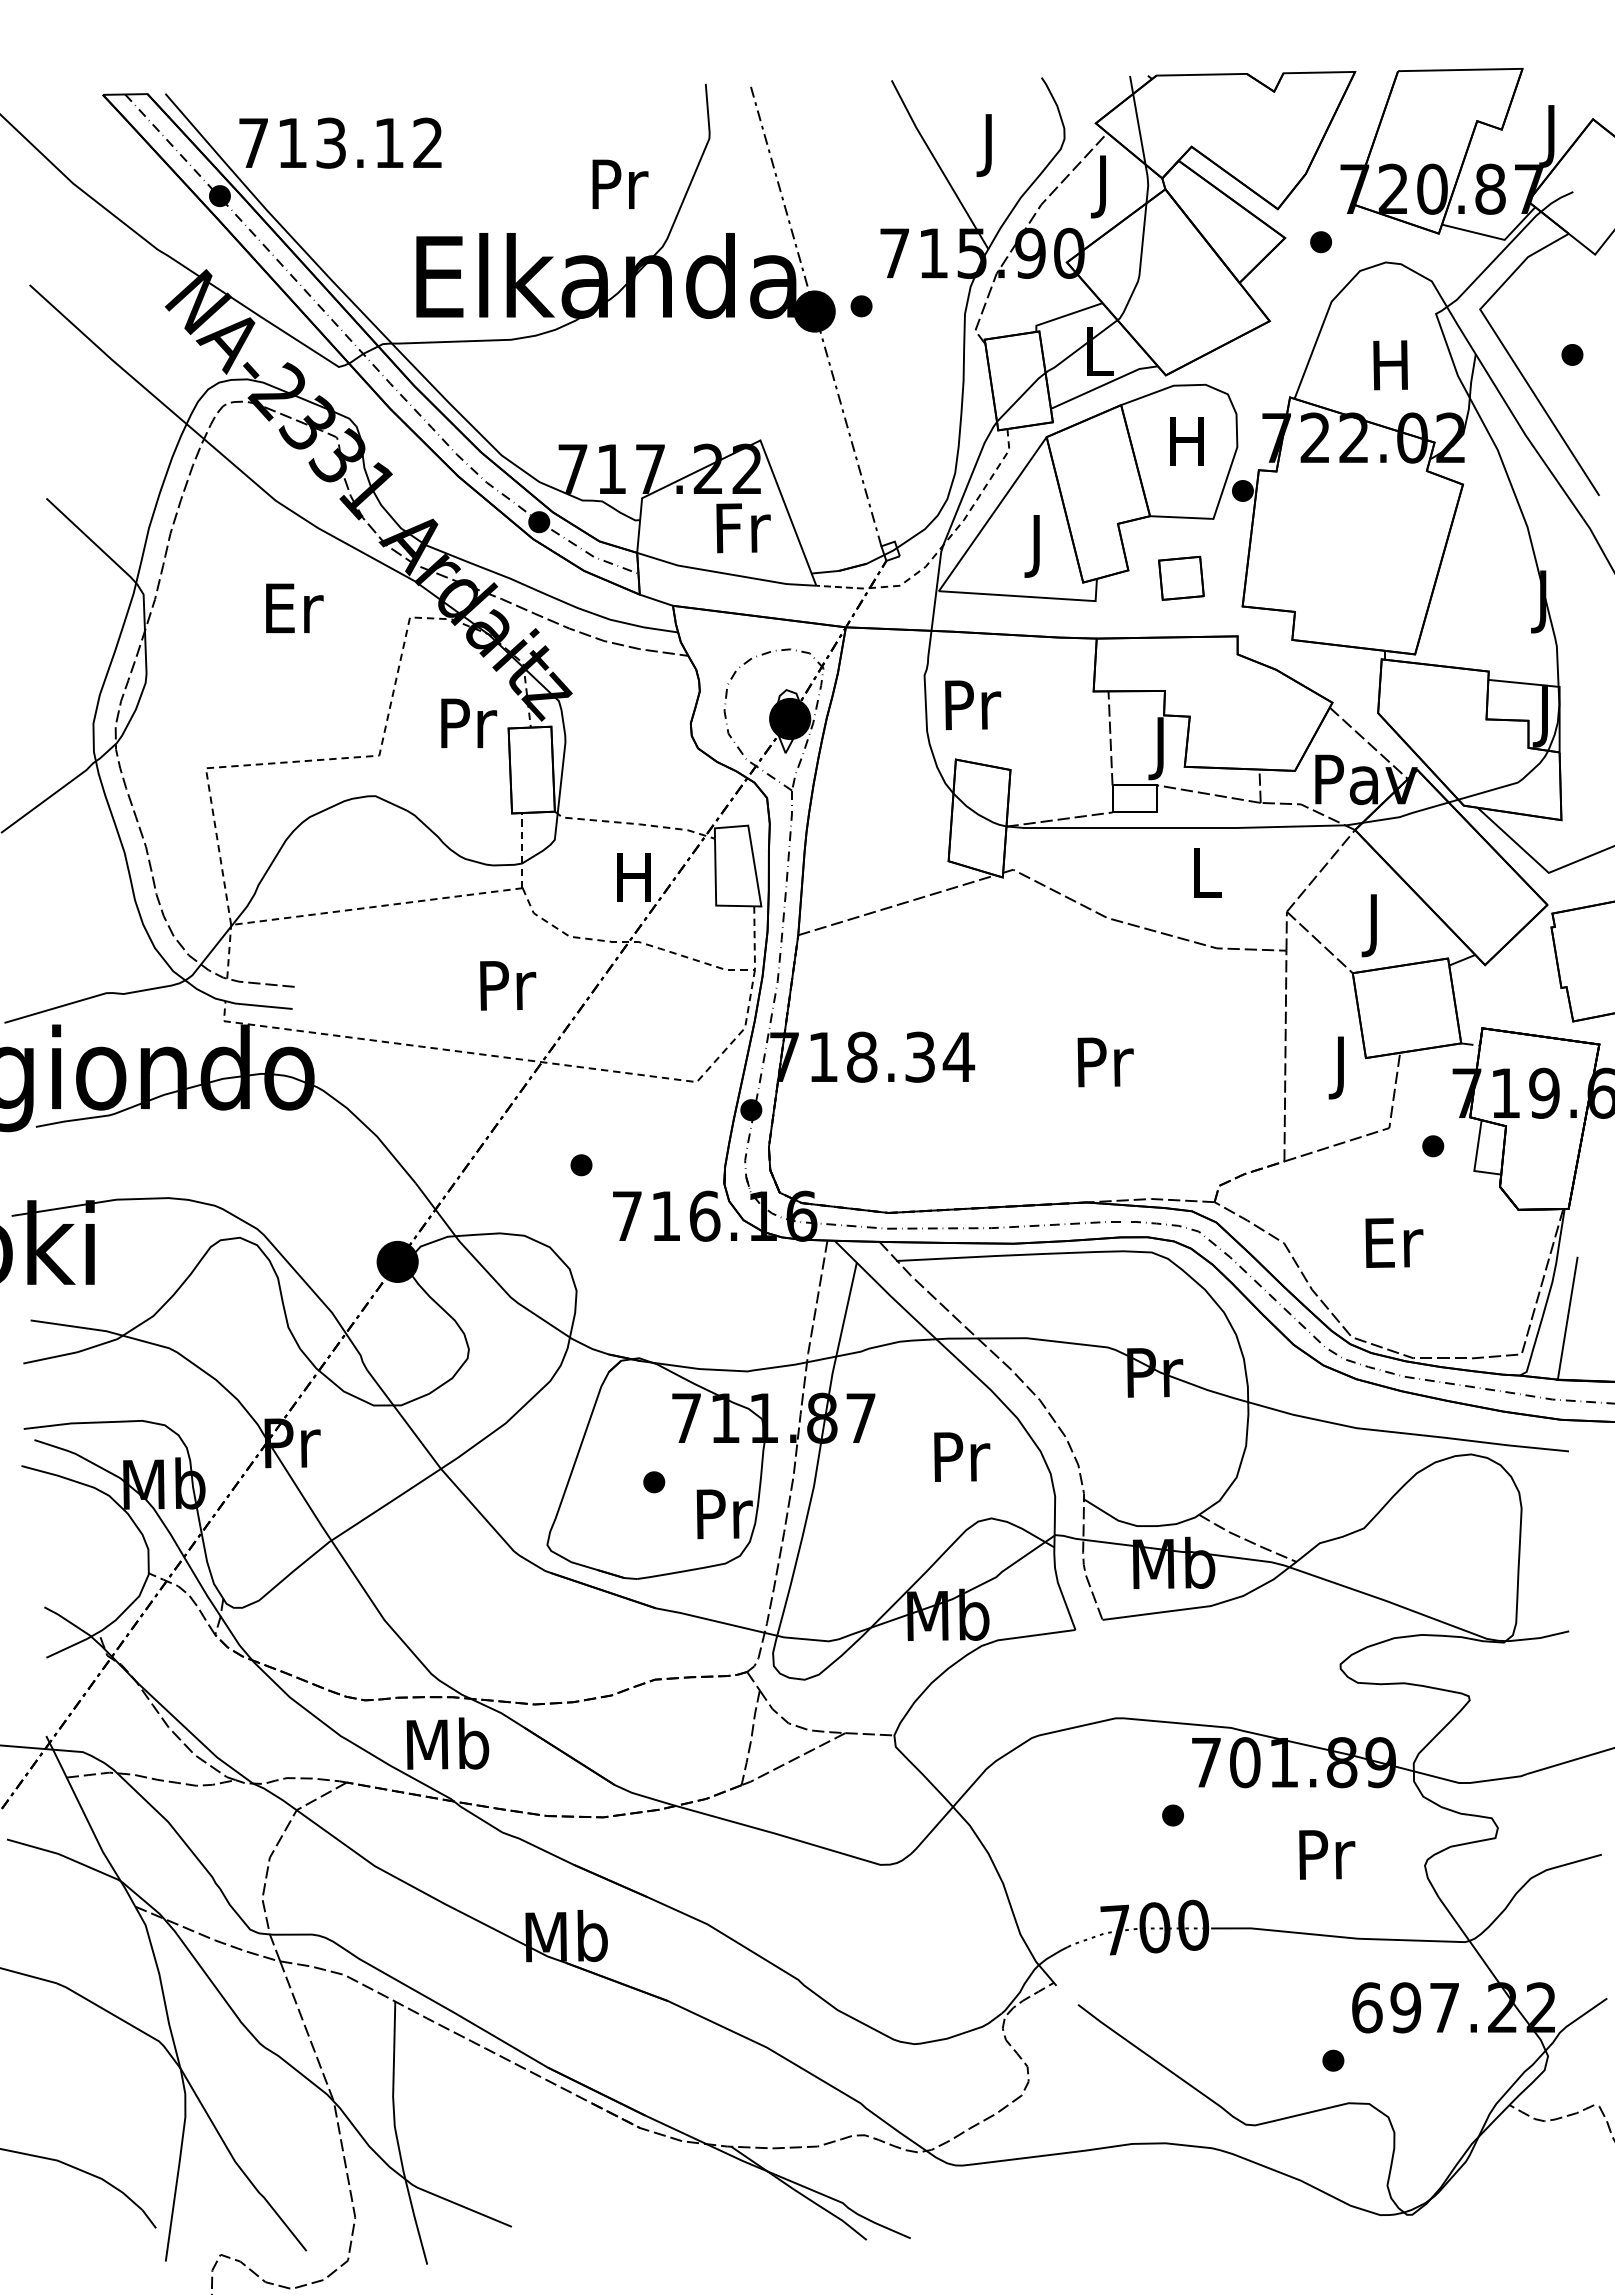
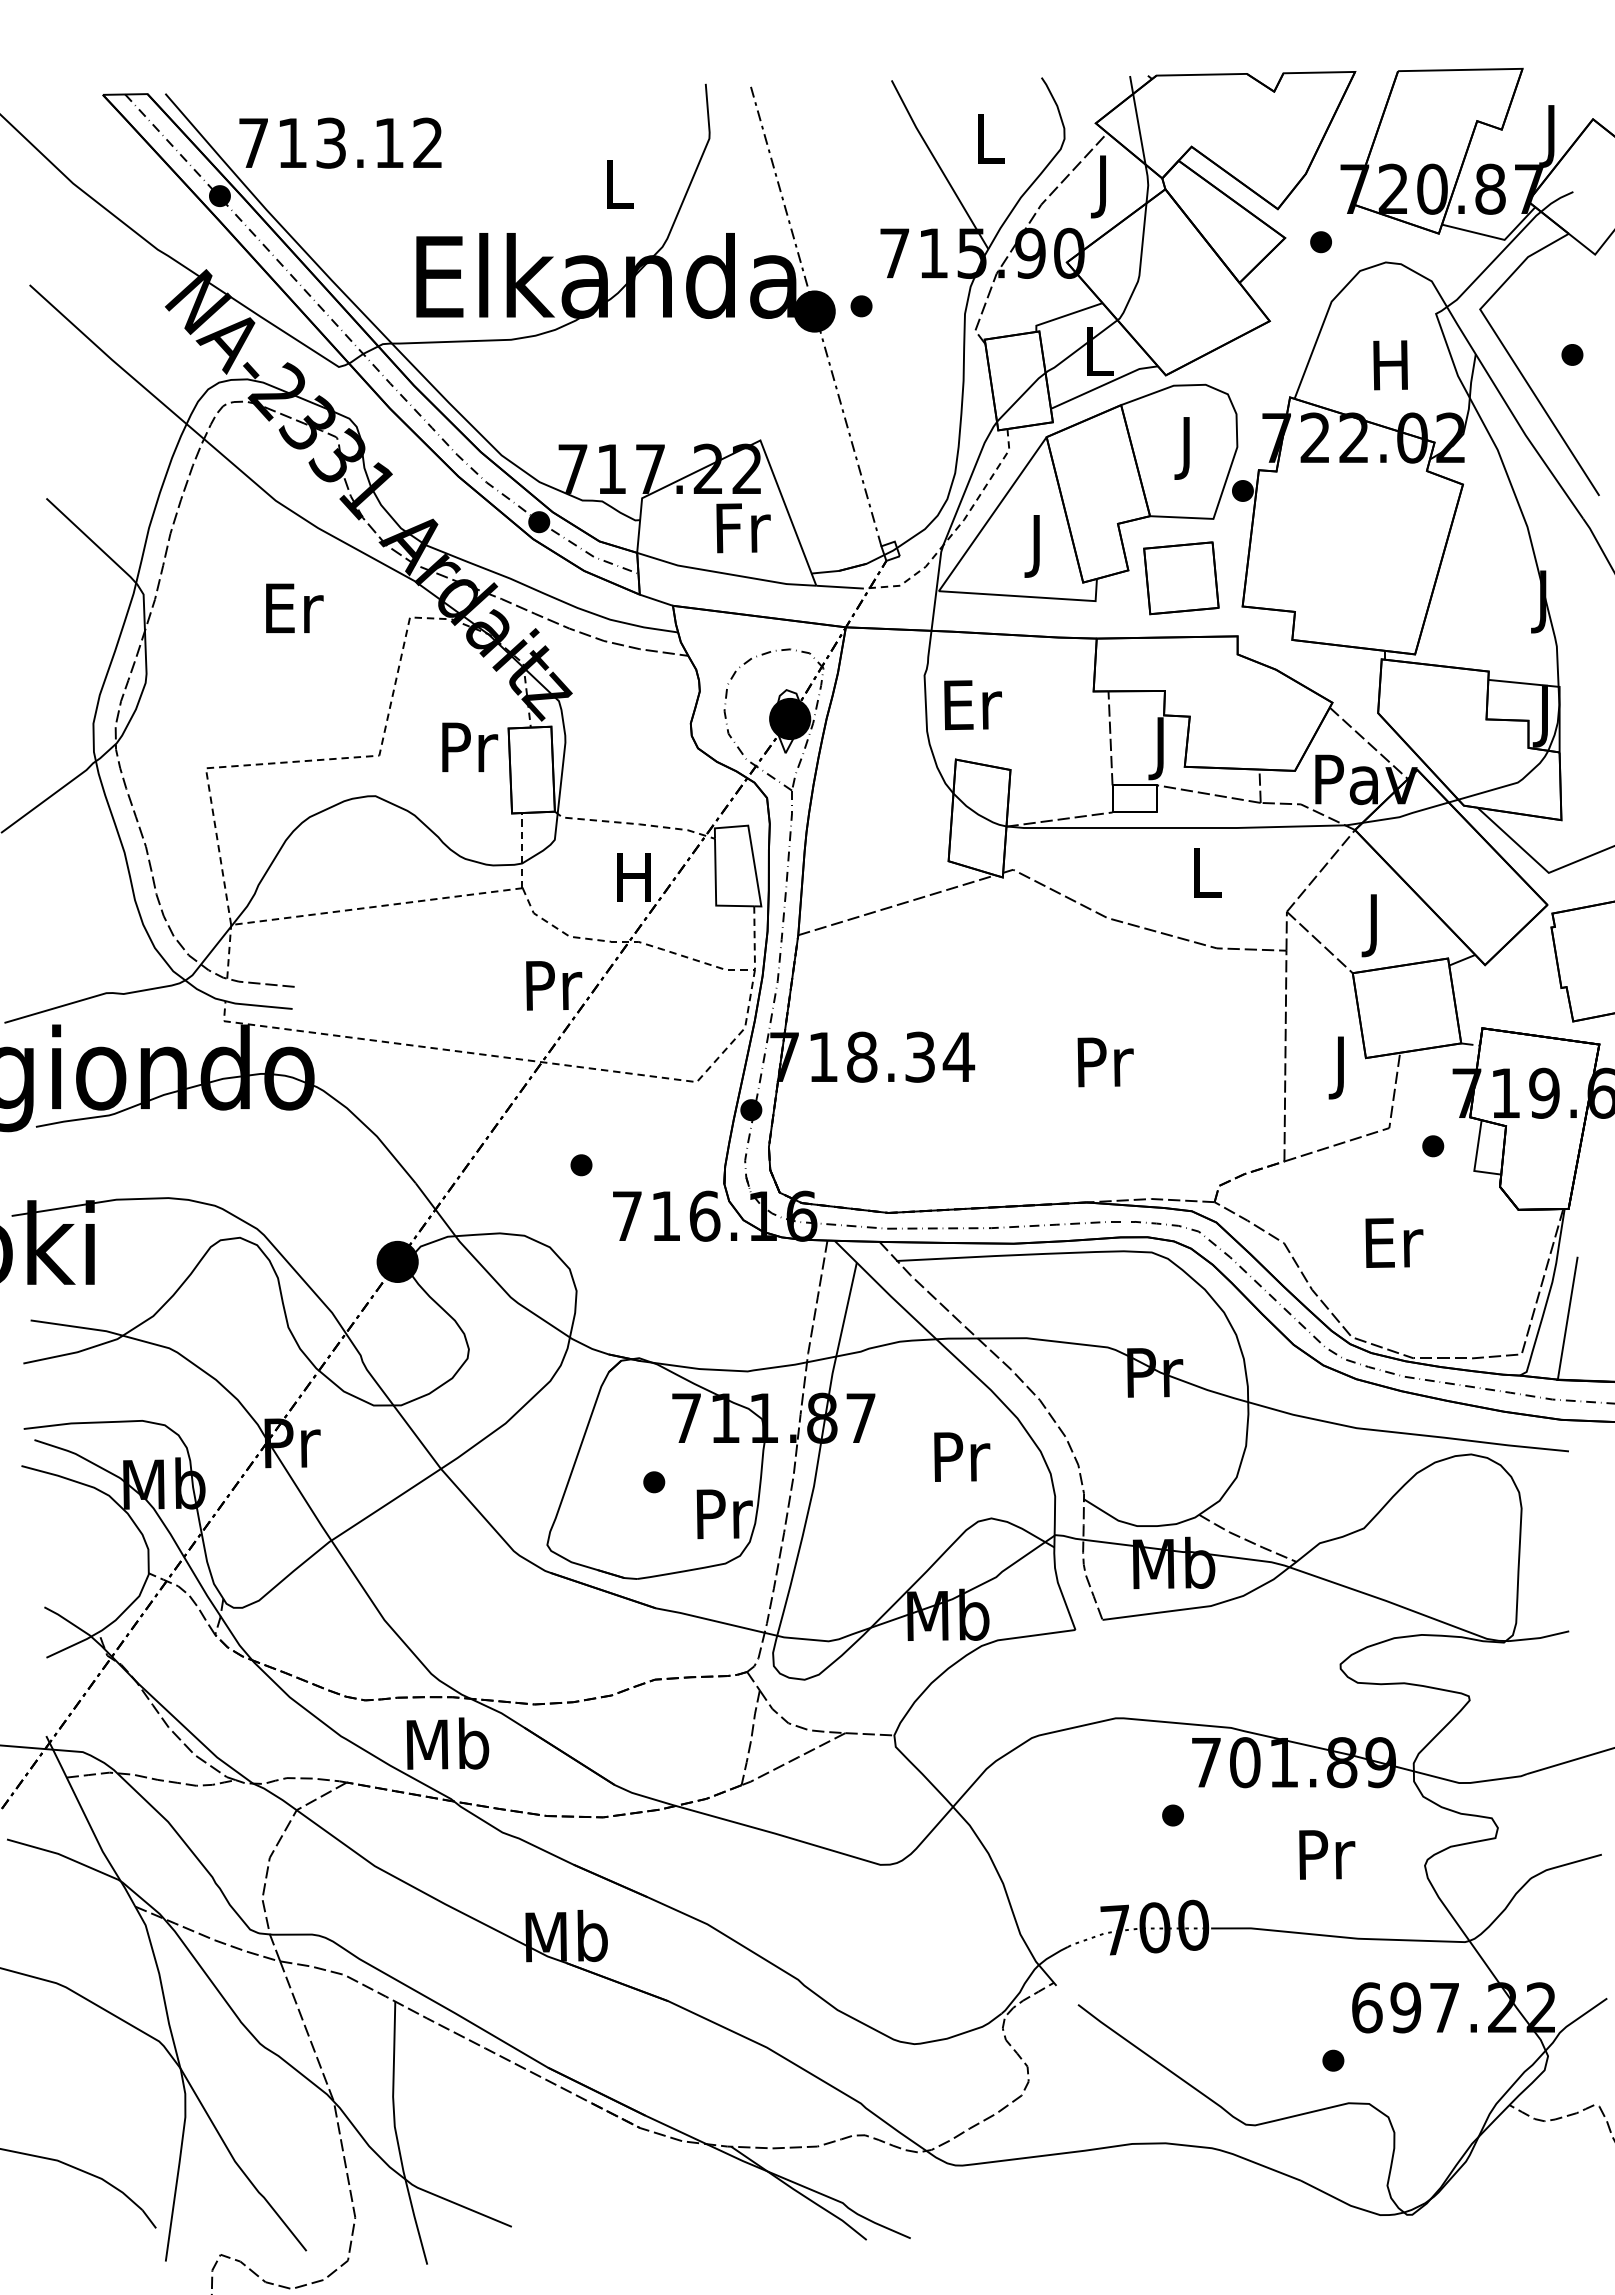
text at (990, 145): J -> L
text at (620, 184): Pr -> L
text at (1186, 448): H -> J
part at (1181, 577) size: 47x46 px -> 77x75 px
line at (840, 587): dashed -> solid
text at (972, 705): Pr -> Er
text at (469, 722) position: (469, 722) -> (470, 746)
text at (508, 985) position: (508, 985) -> (554, 985)
